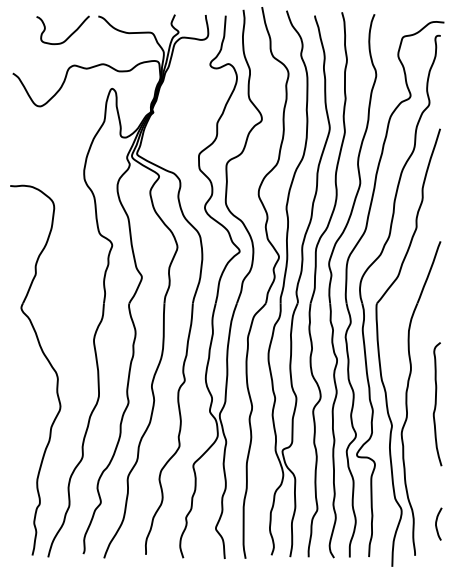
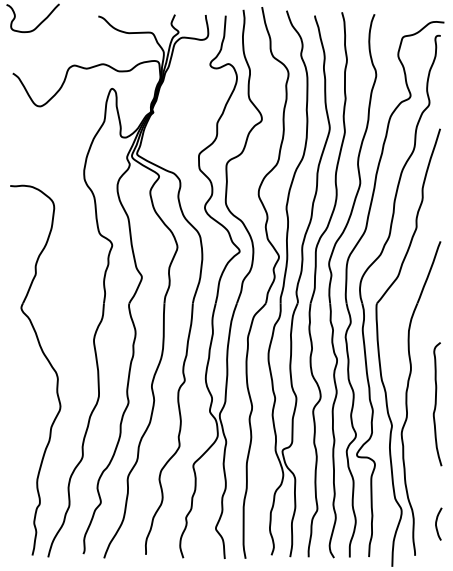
curve at (68, 36) position: (68, 36) -> (38, 24)
